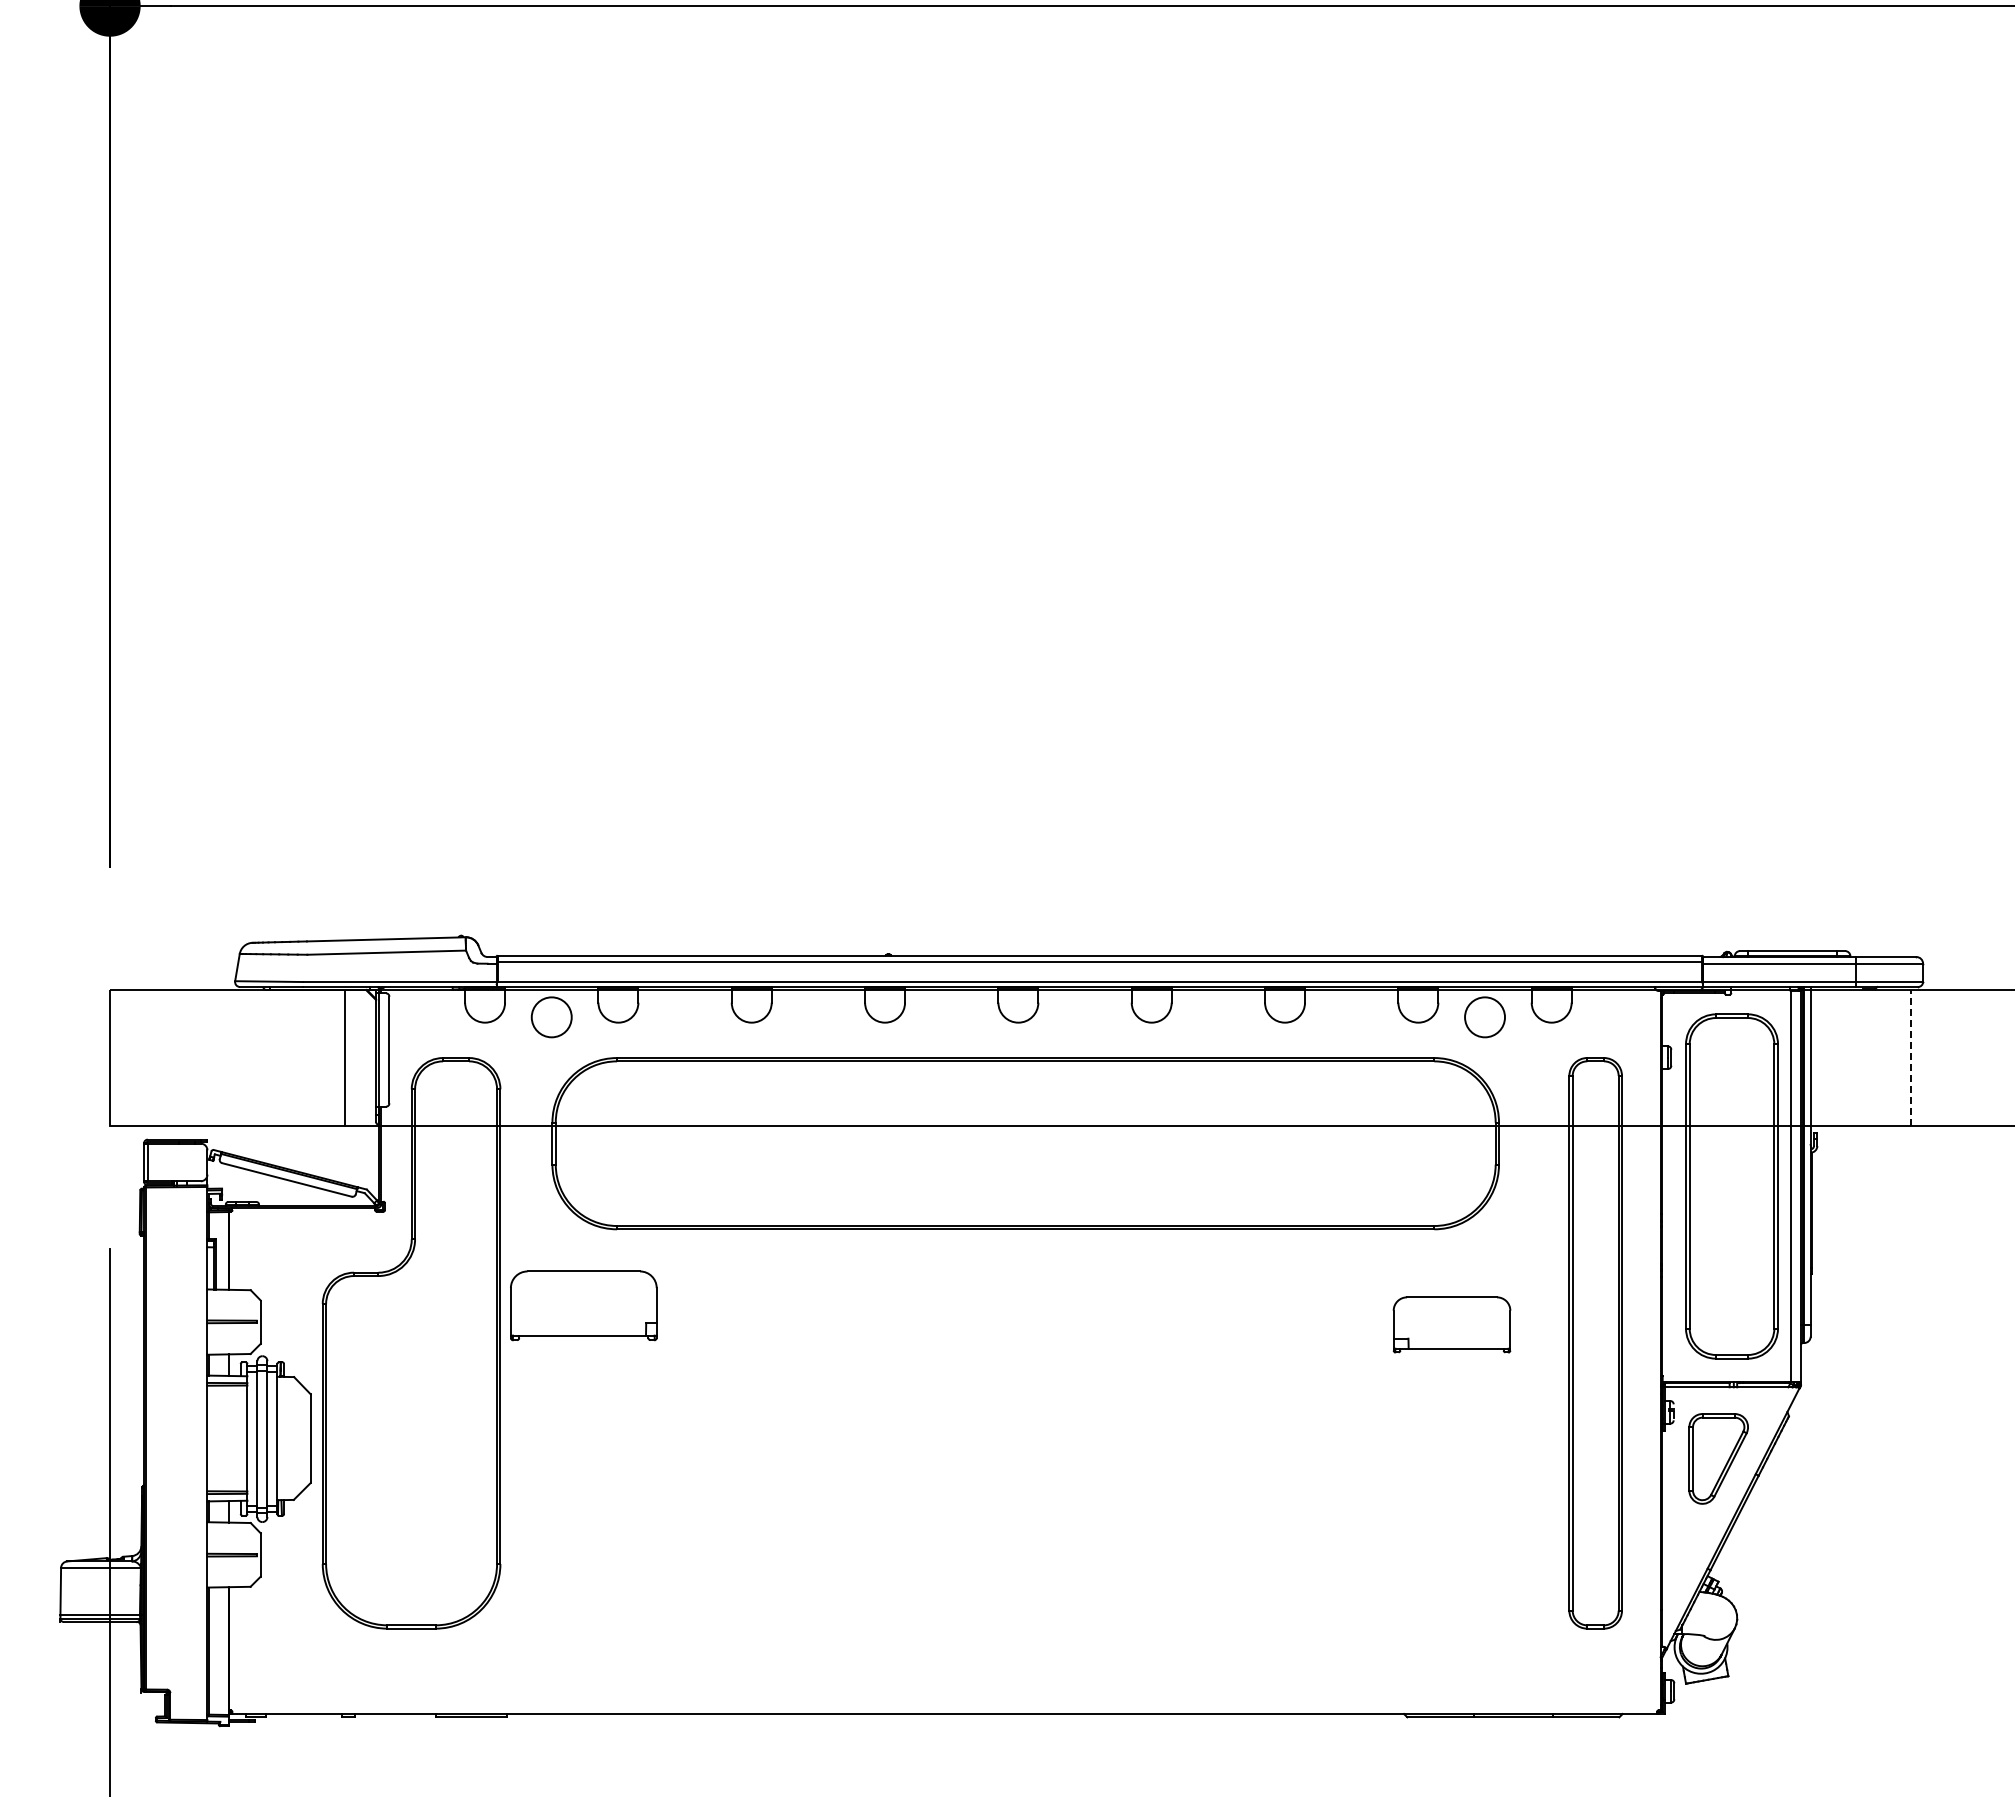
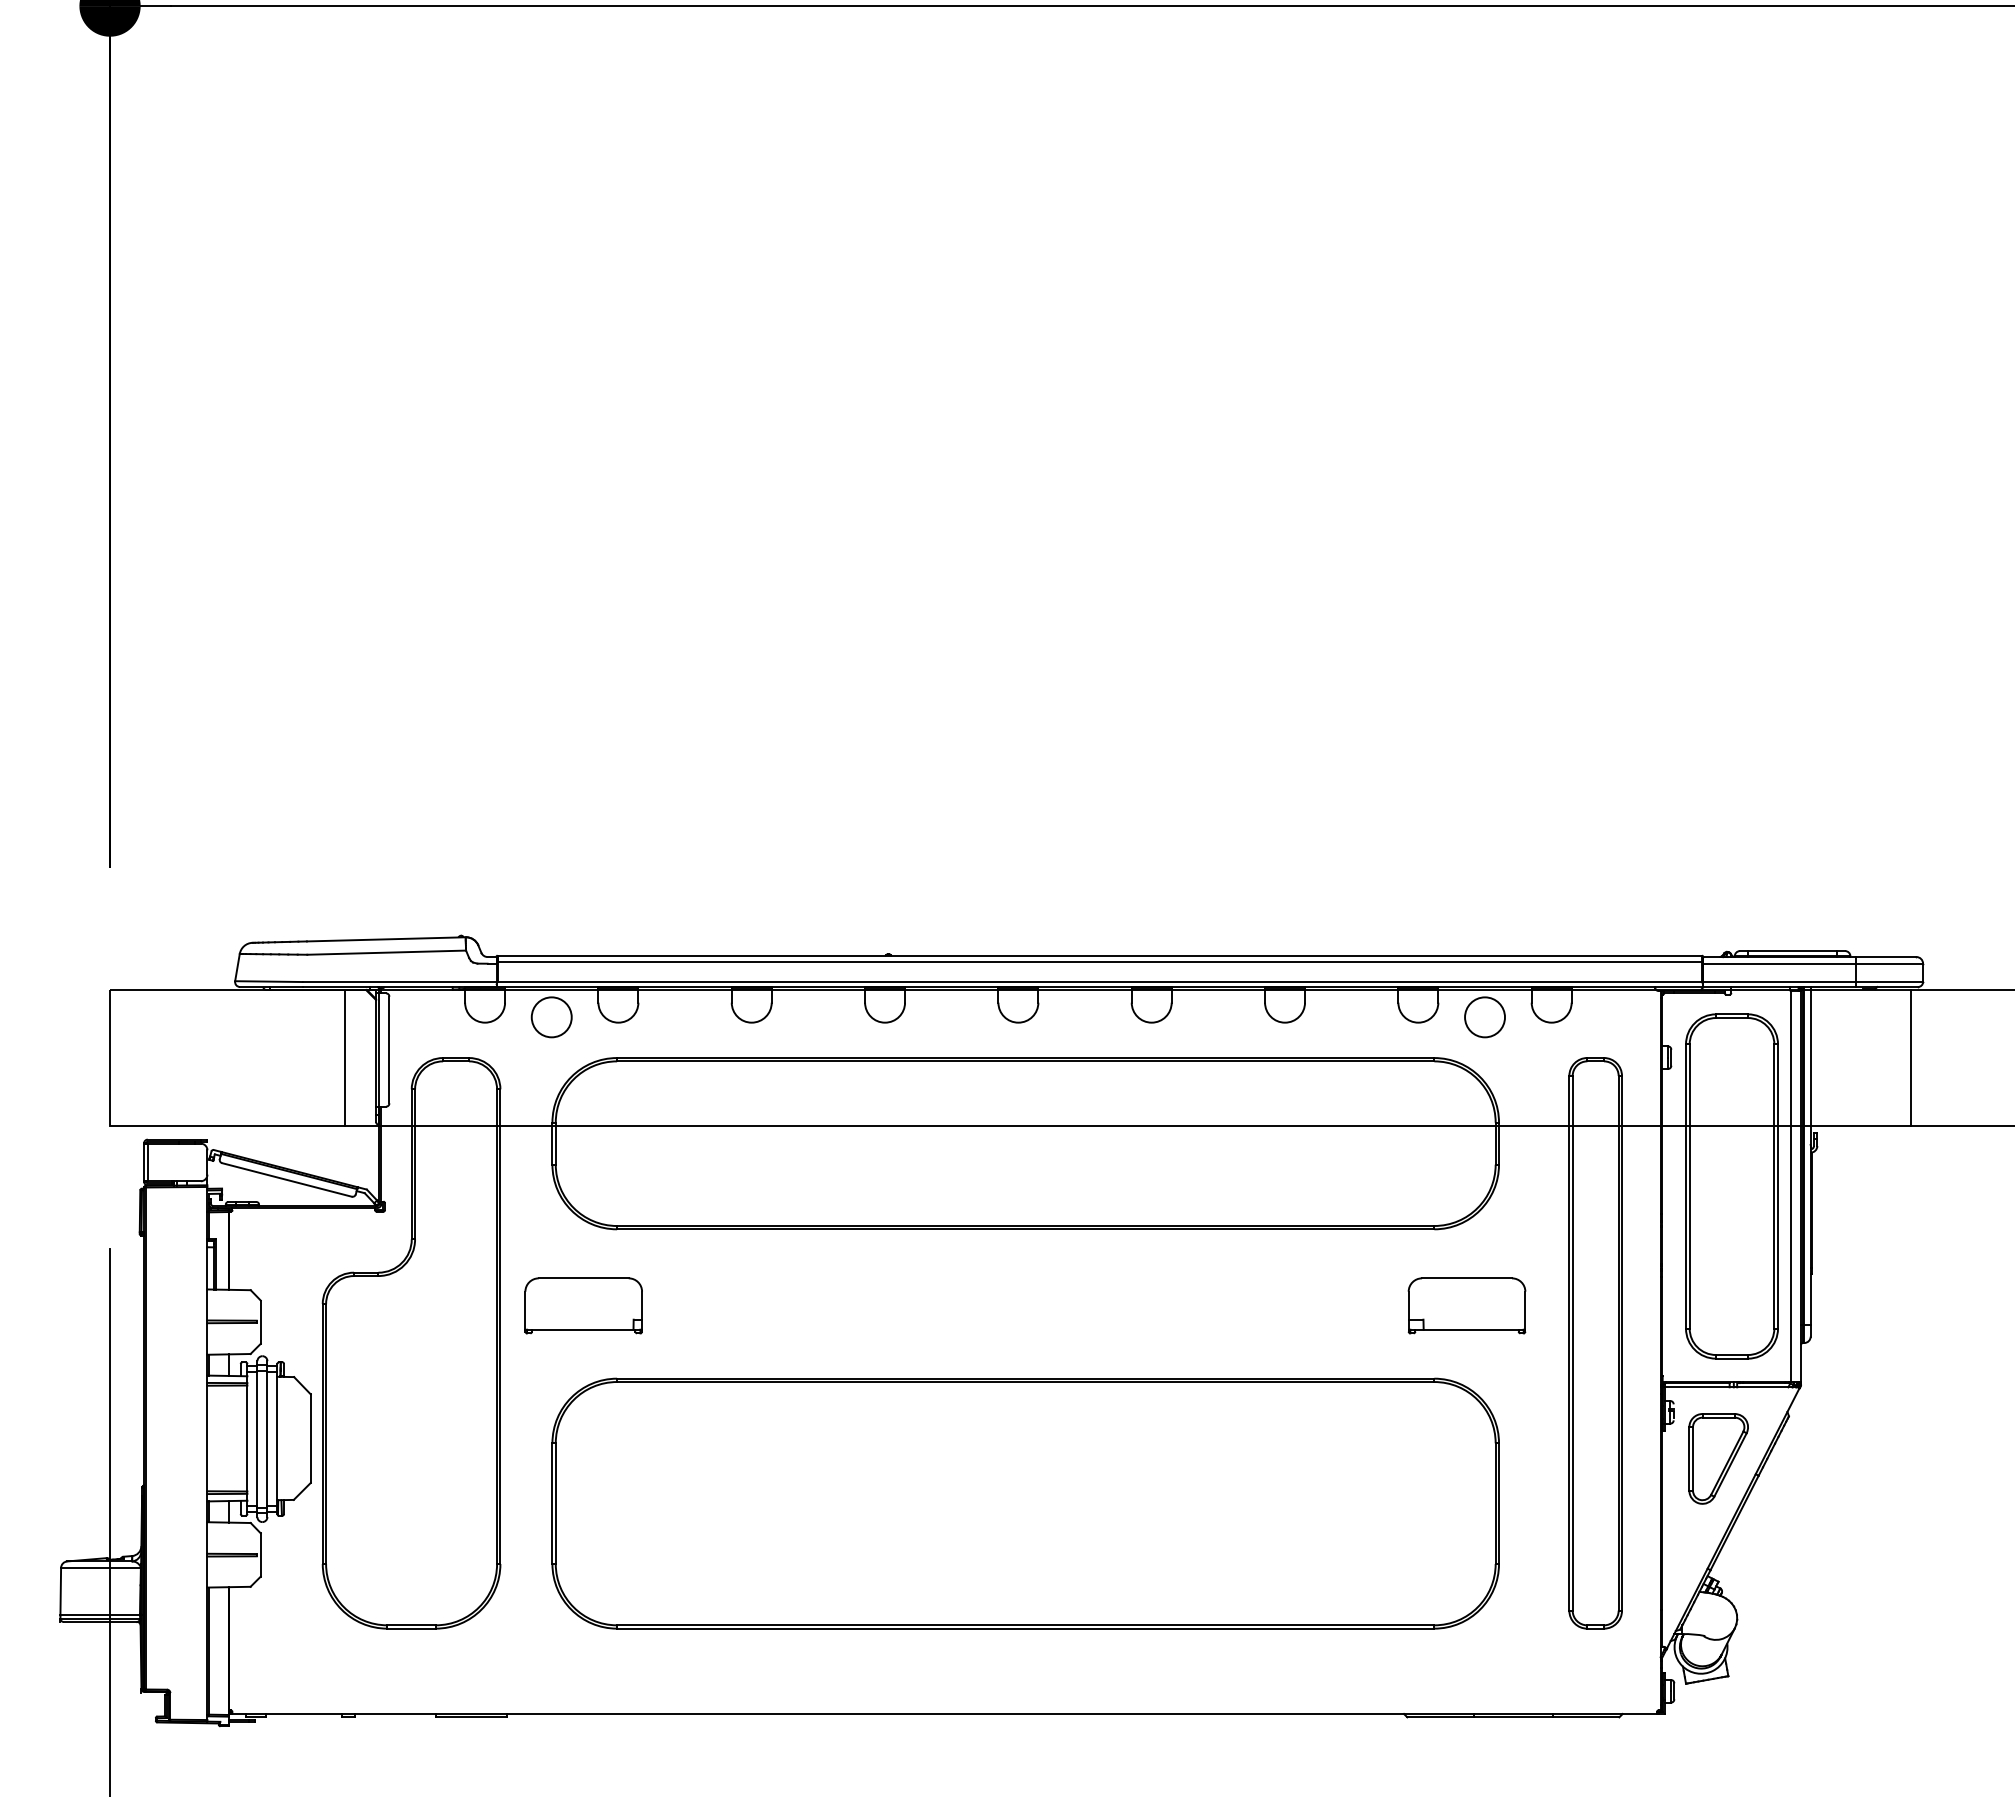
line at (1911, 1057): dashed -> solid
part at (583, 1305) size: 148x72 px -> 119x58 px
part at (1451, 1324) position: (1451, 1324) -> (1466, 1305)
part at (1025, 1503): none -> present
